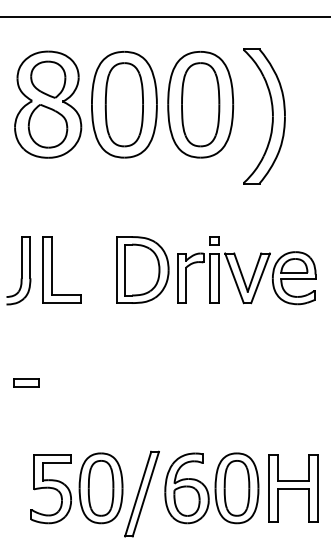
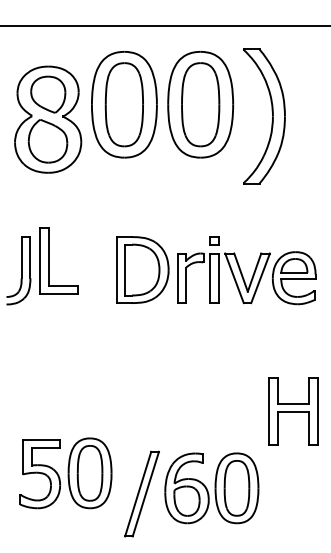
line at (164, 16) position: (164, 16) -> (164, 25)
part at (48, 104) position: (48, 104) -> (48, 119)
part at (52, 269) position: (52, 269) -> (49, 260)
part at (26, 382): present -> none
part at (76, 488) position: (76, 488) -> (65, 473)
part at (293, 488) position: (293, 488) -> (293, 411)
